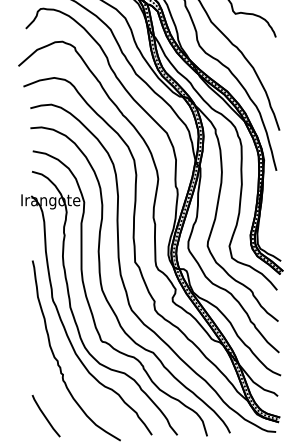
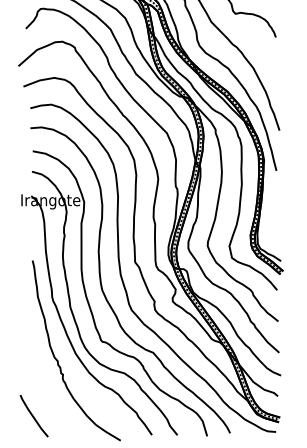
line at (45, 416) position: (45, 416) -> (33, 416)
